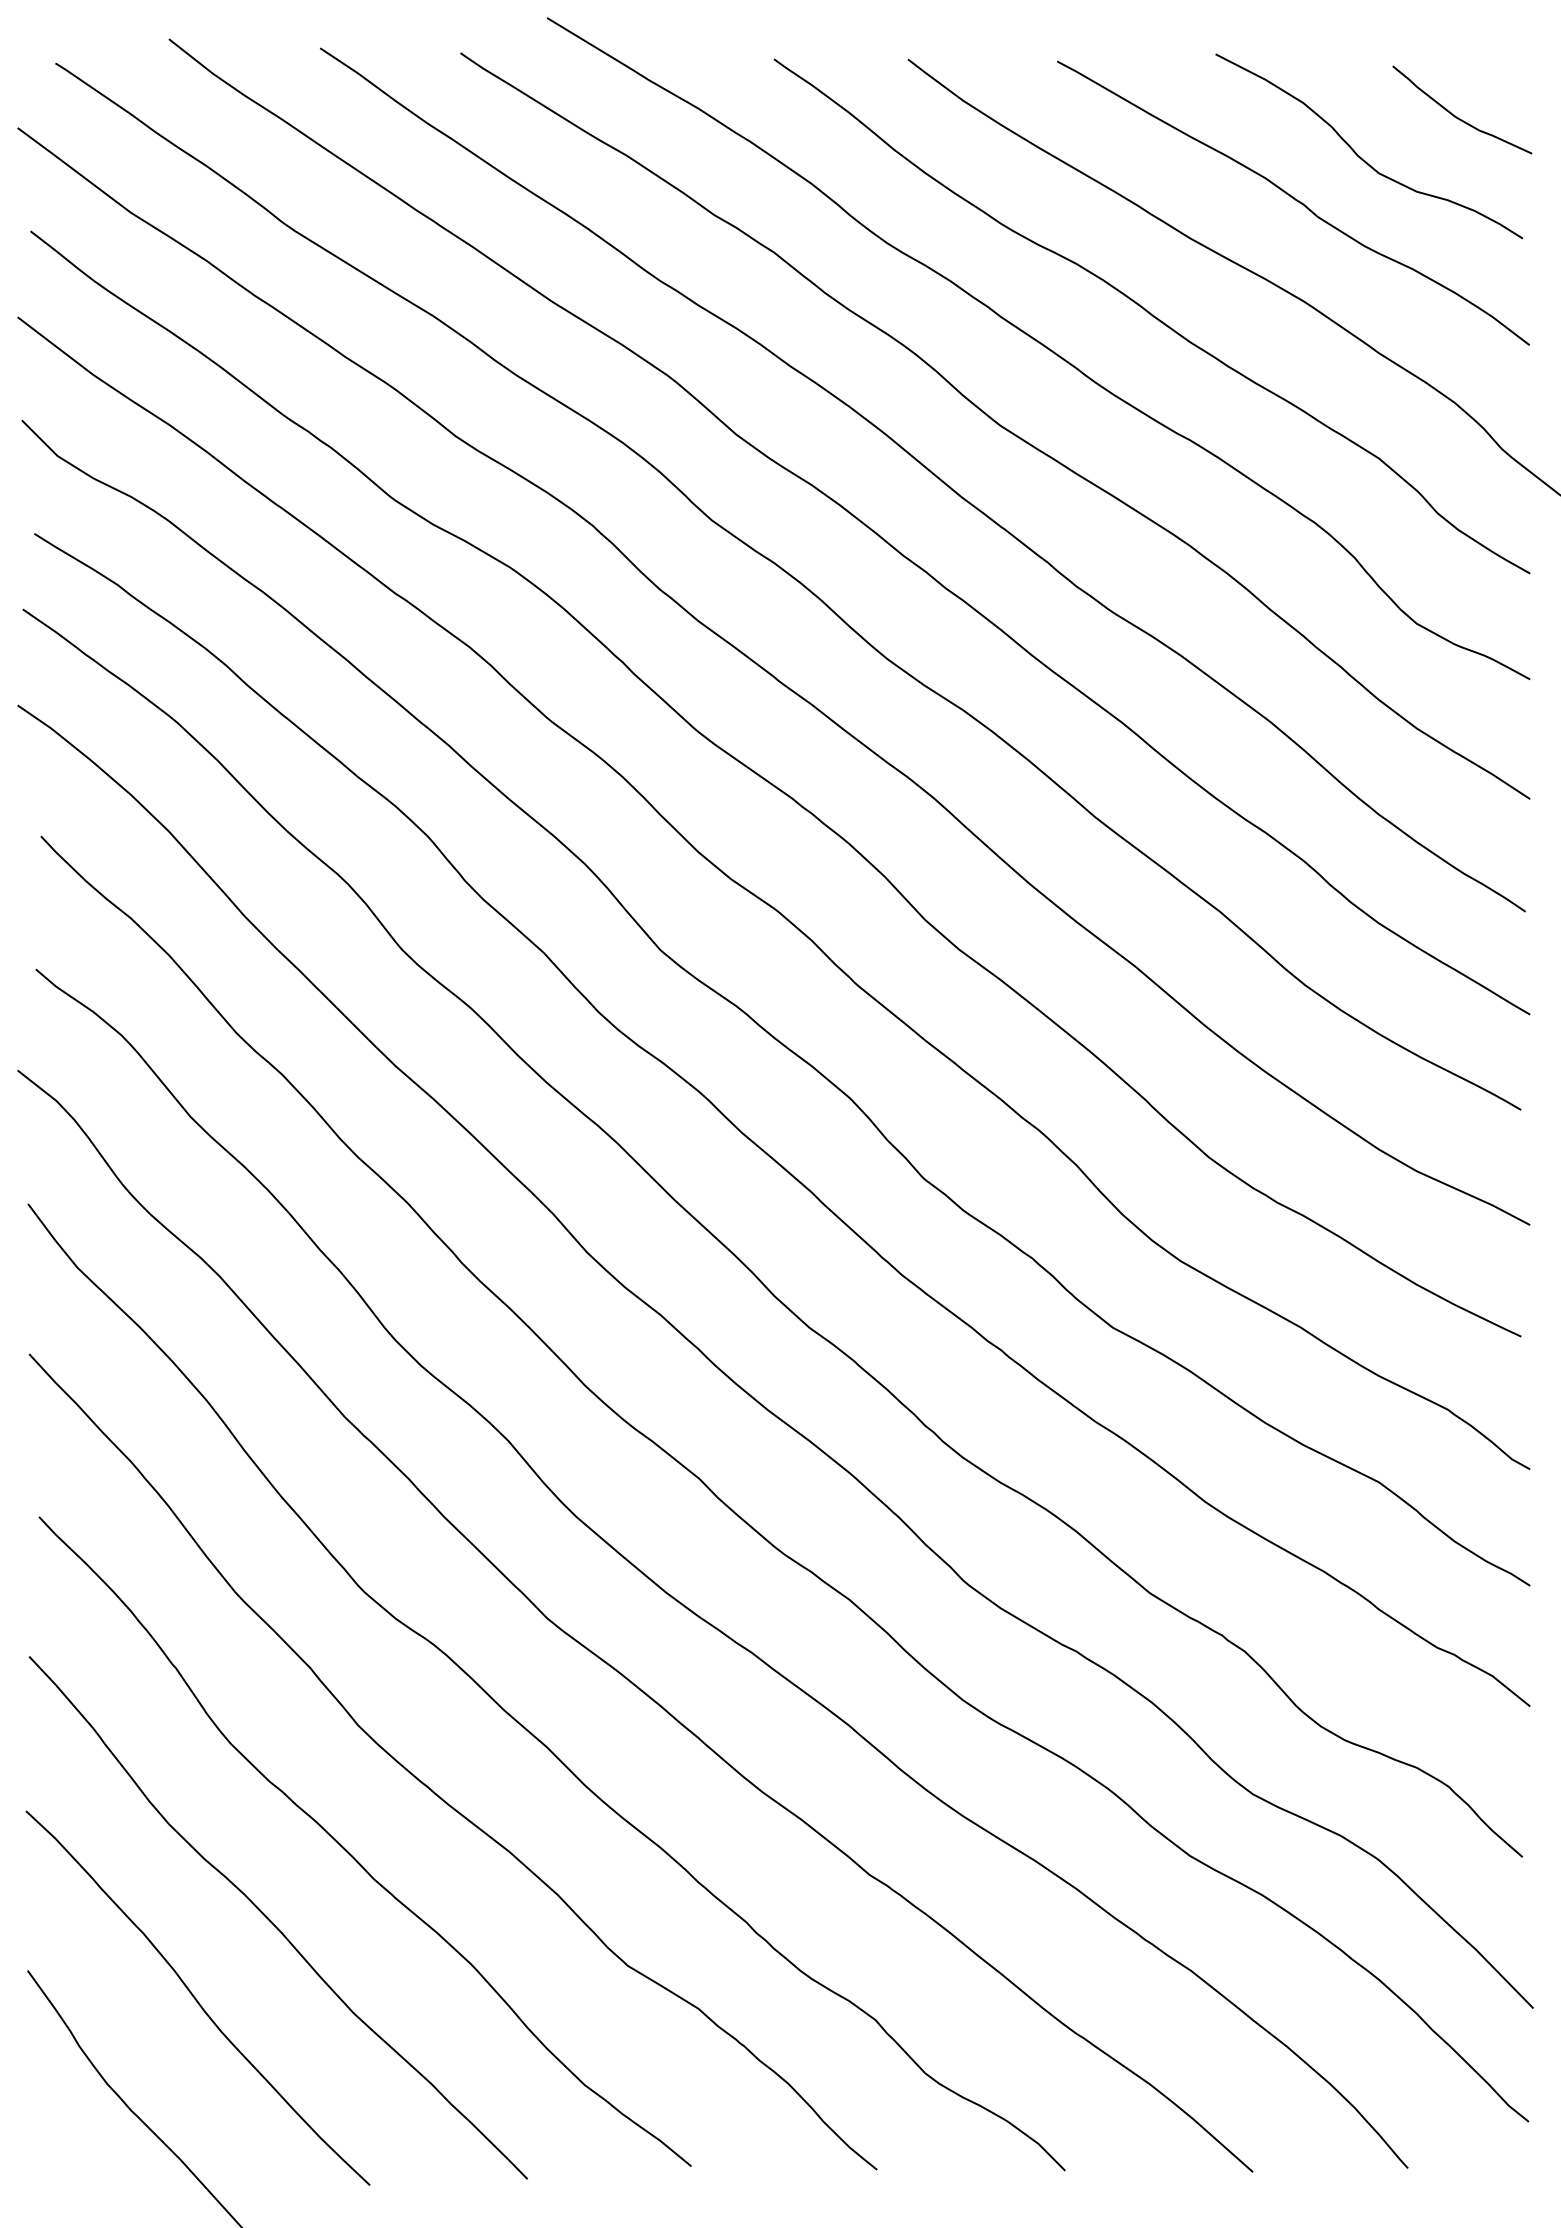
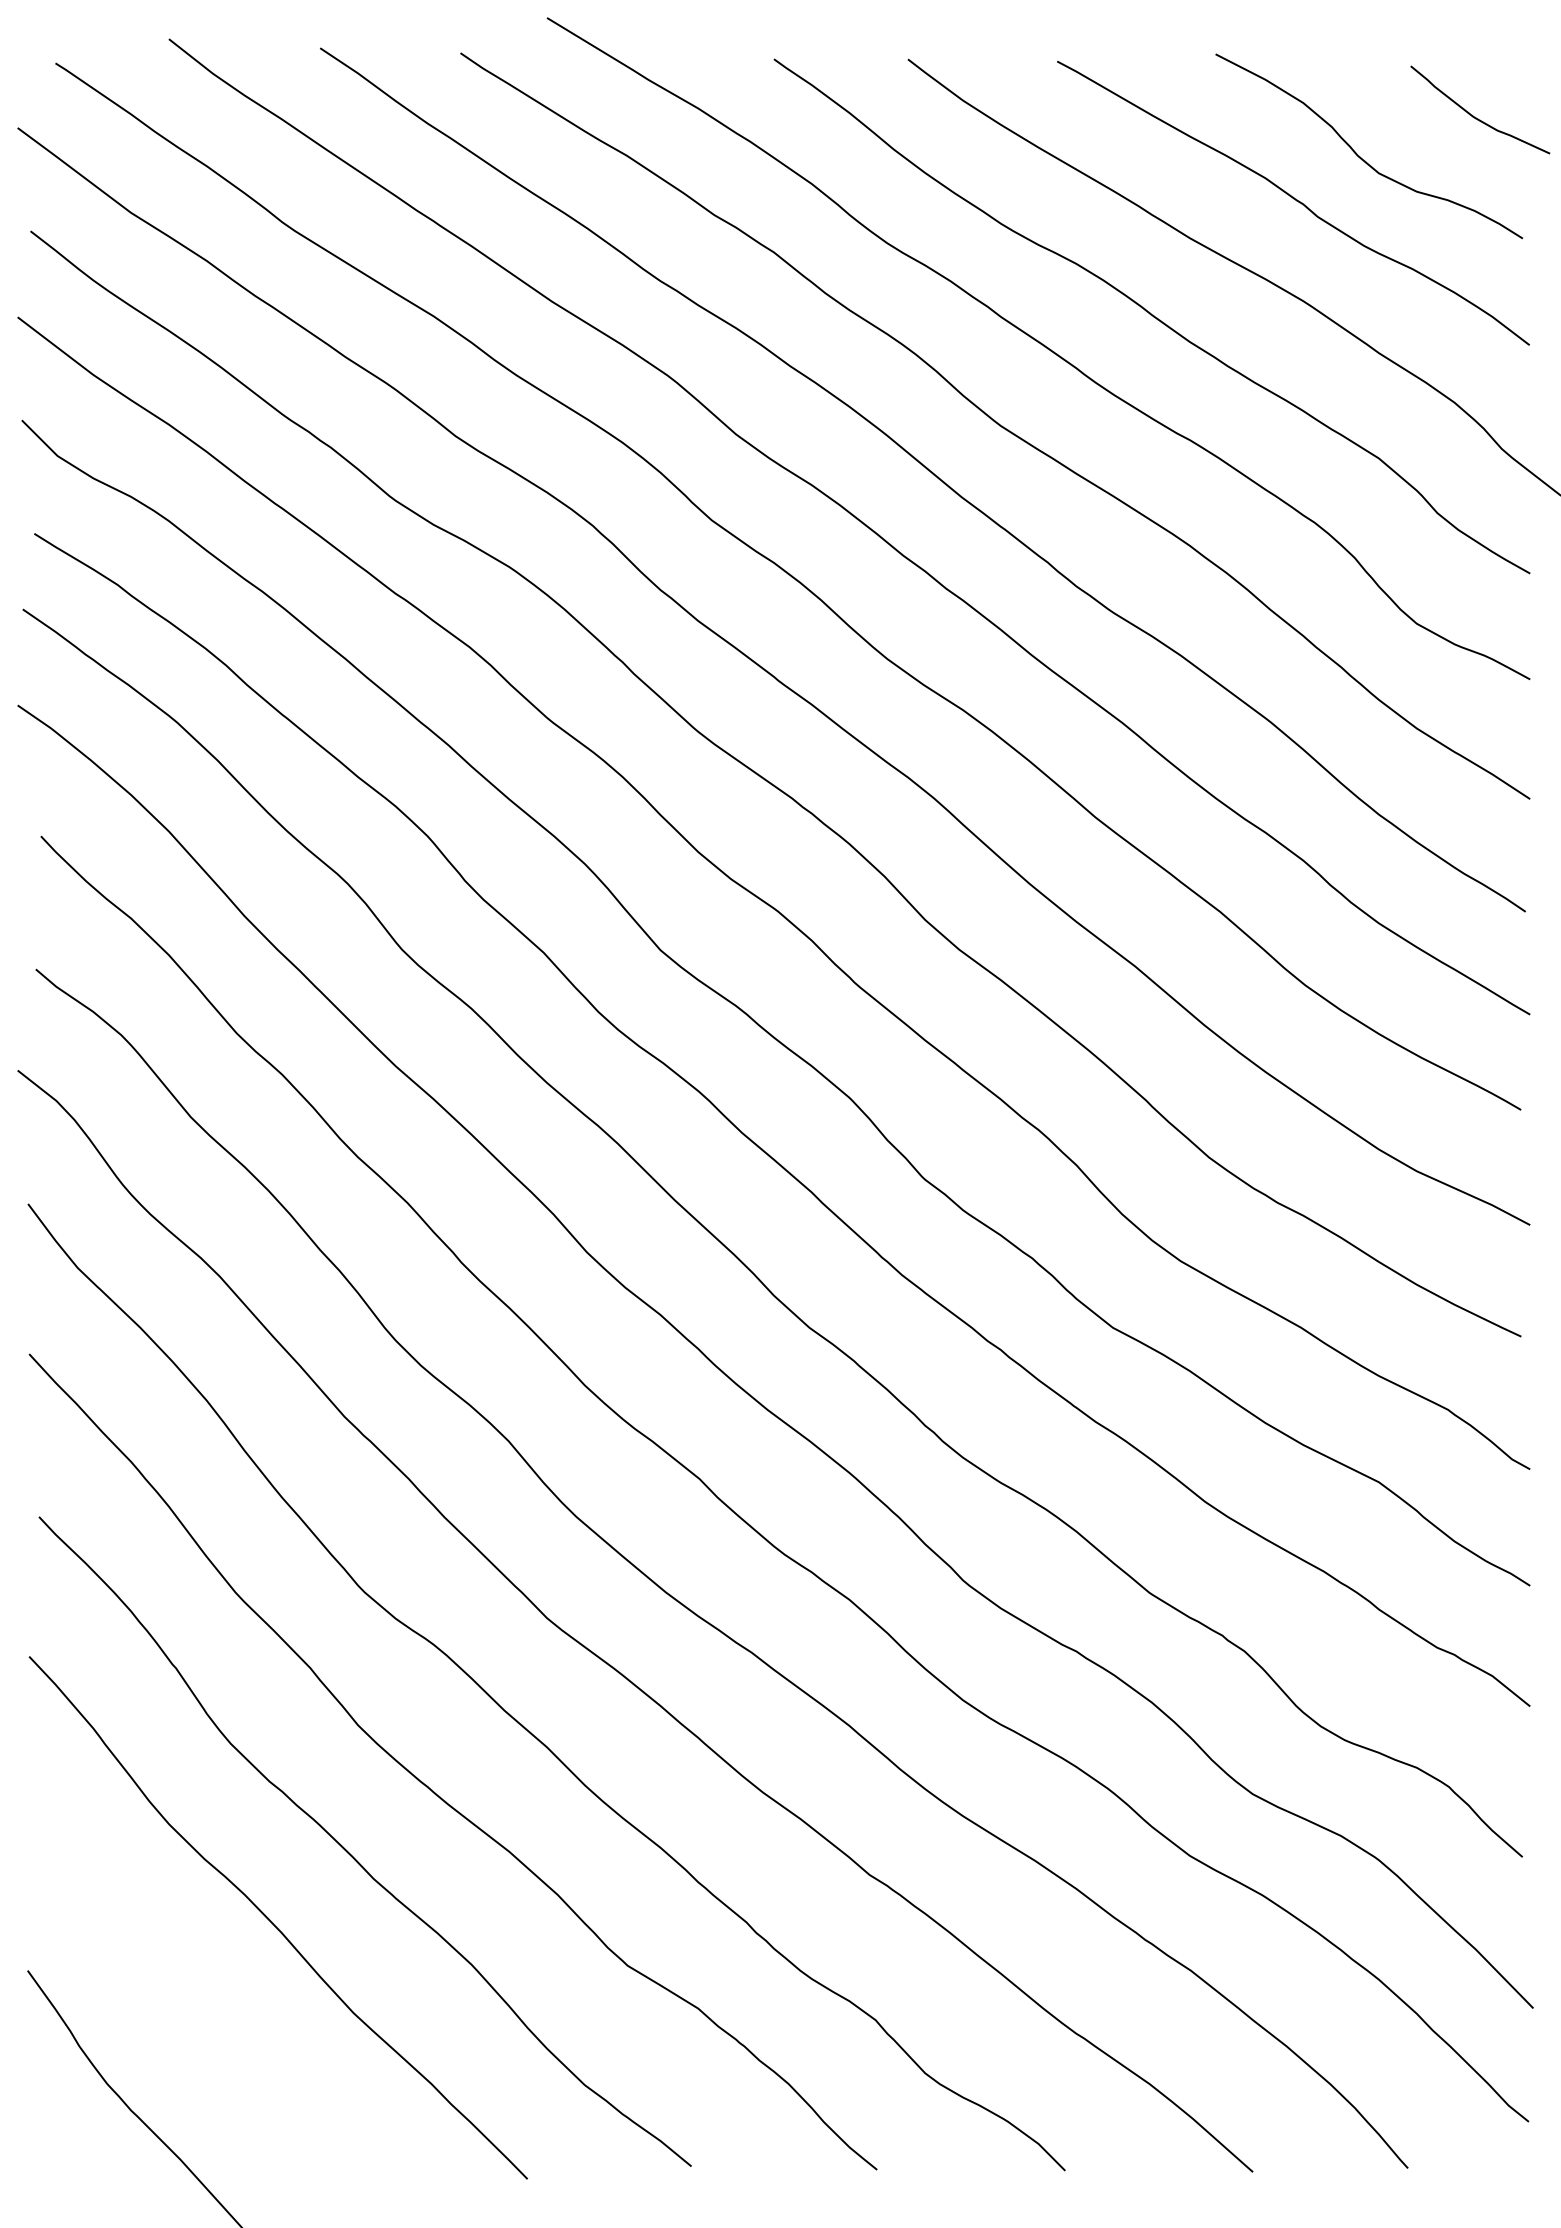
curve at (1458, 117) position: (1458, 117) -> (1476, 117)
curve at (196, 1998): present -> none
